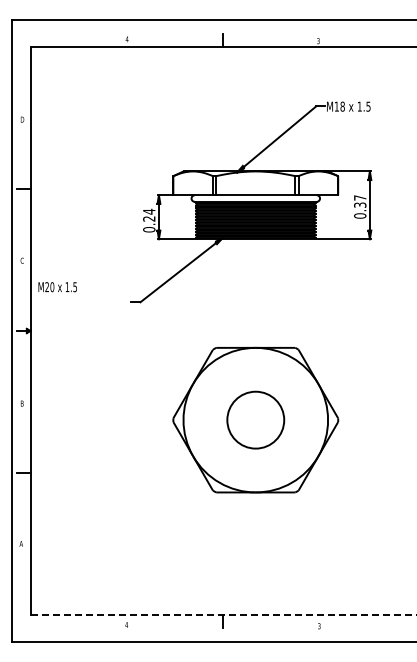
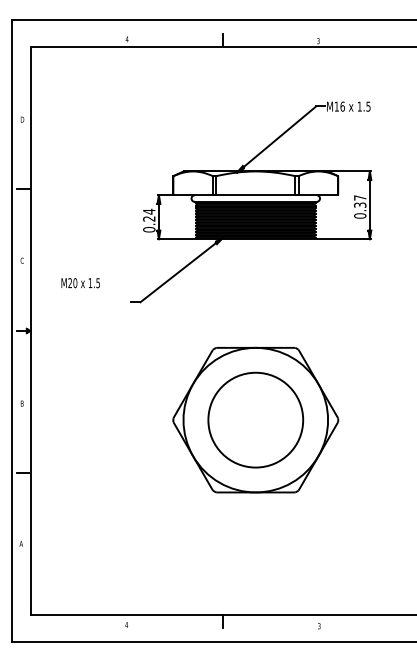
text at (342, 106): M18 -> M16
text at (57, 287) position: (57, 287) -> (80, 283)
circle at (255, 419) diameter: 57 px -> 95 px
line at (223, 614): dashed -> solid
